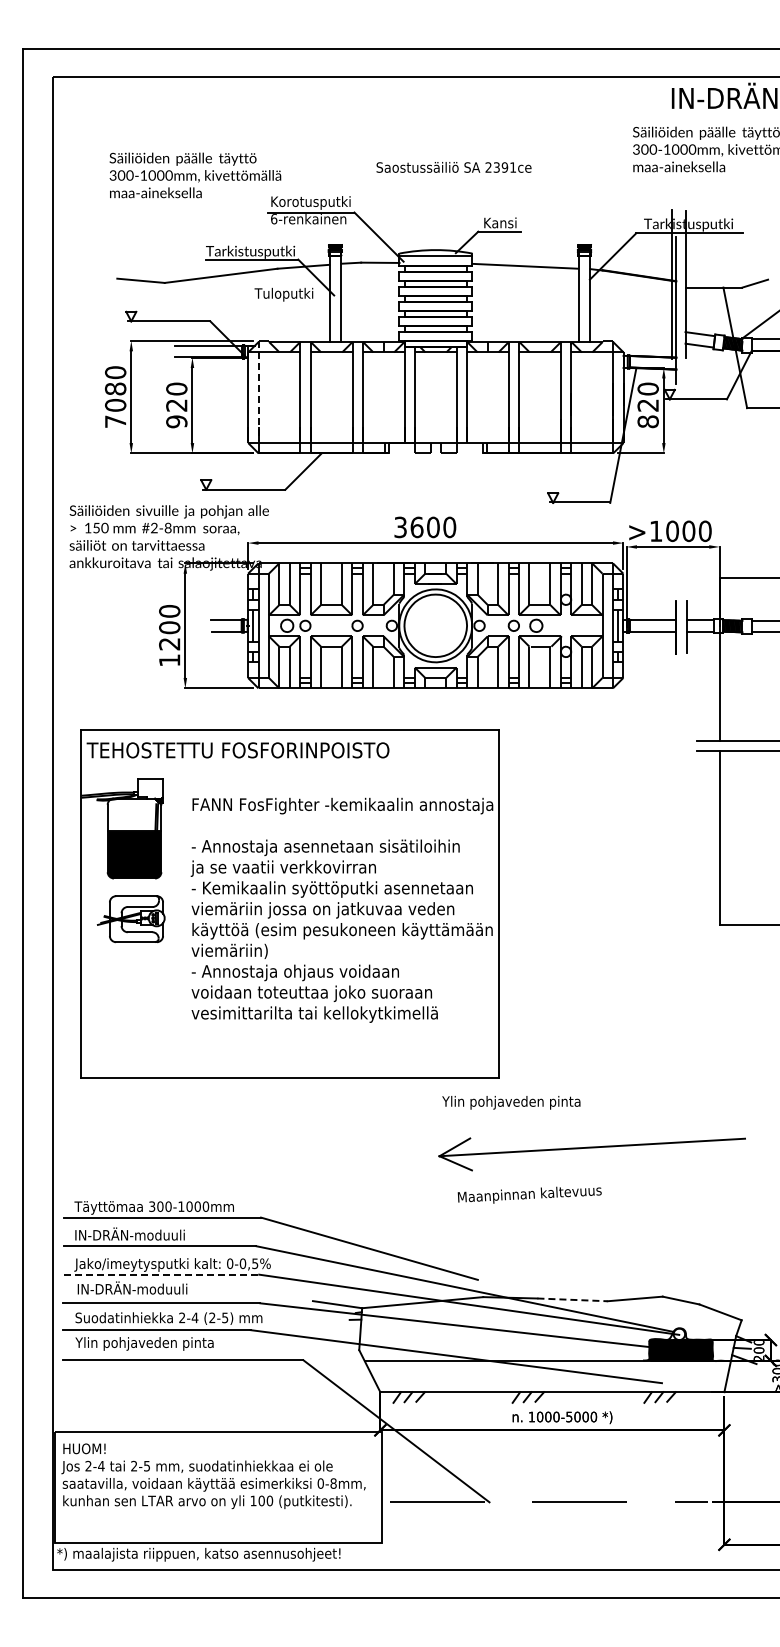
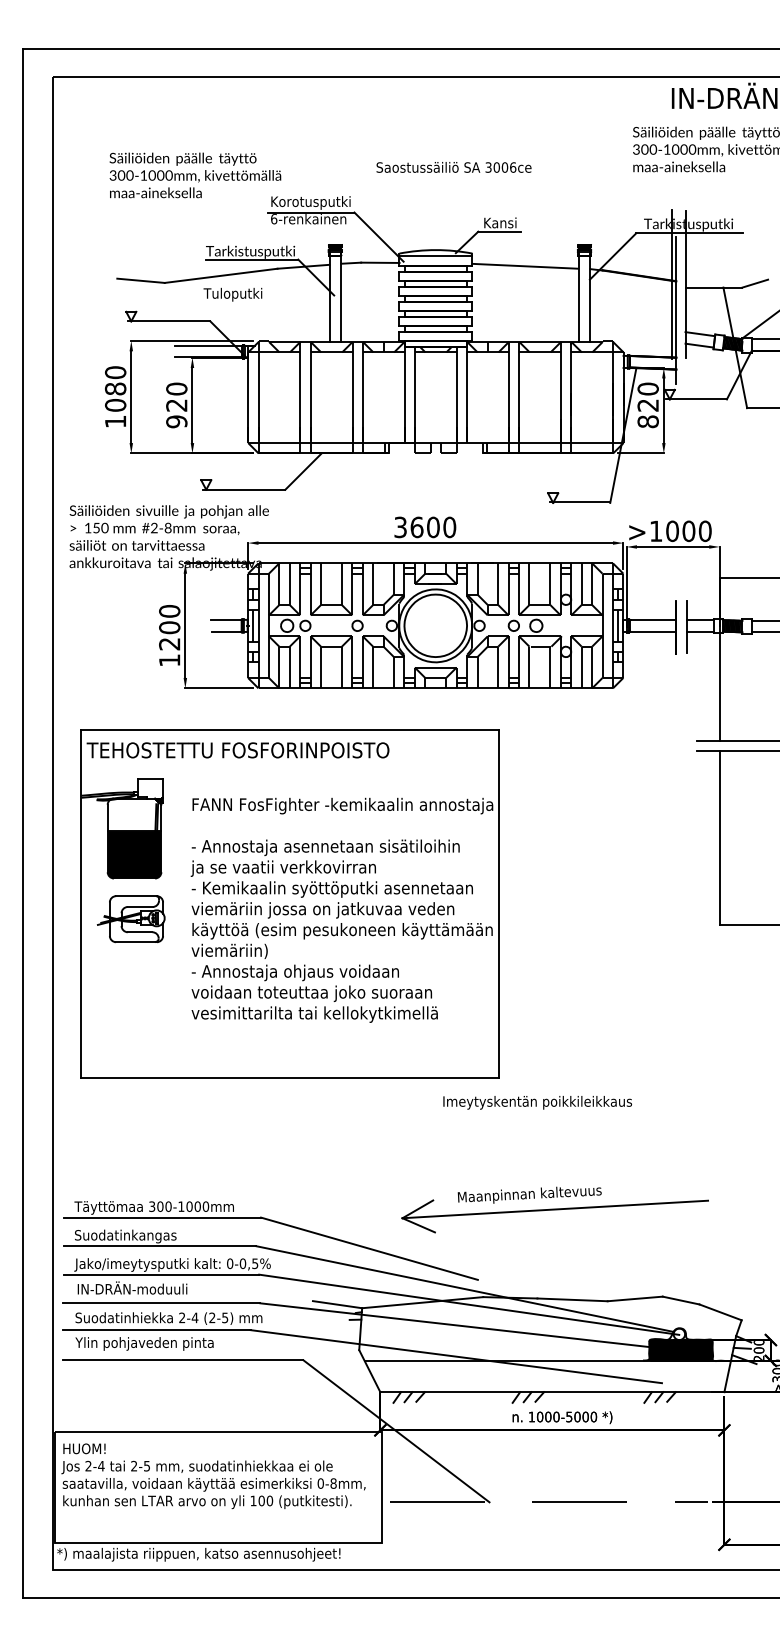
text at (500, 167): 2391ce -> 3006ce
text at (283, 294) position: (283, 294) -> (232, 294)
line at (258, 390): dashed -> solid
text at (115, 421): 7080 -> 1080
text at (537, 1102): Ylin pohjaveden pinta -> Imeytyskentän poikkileikkaus
part at (591, 1154) position: (591, 1154) -> (554, 1216)
text at (129, 1235): IN-DRÄN-moduuli -> Suodatinkangas
line at (161, 1274): dashed -> solid
line at (573, 1299): dashed -> solid
